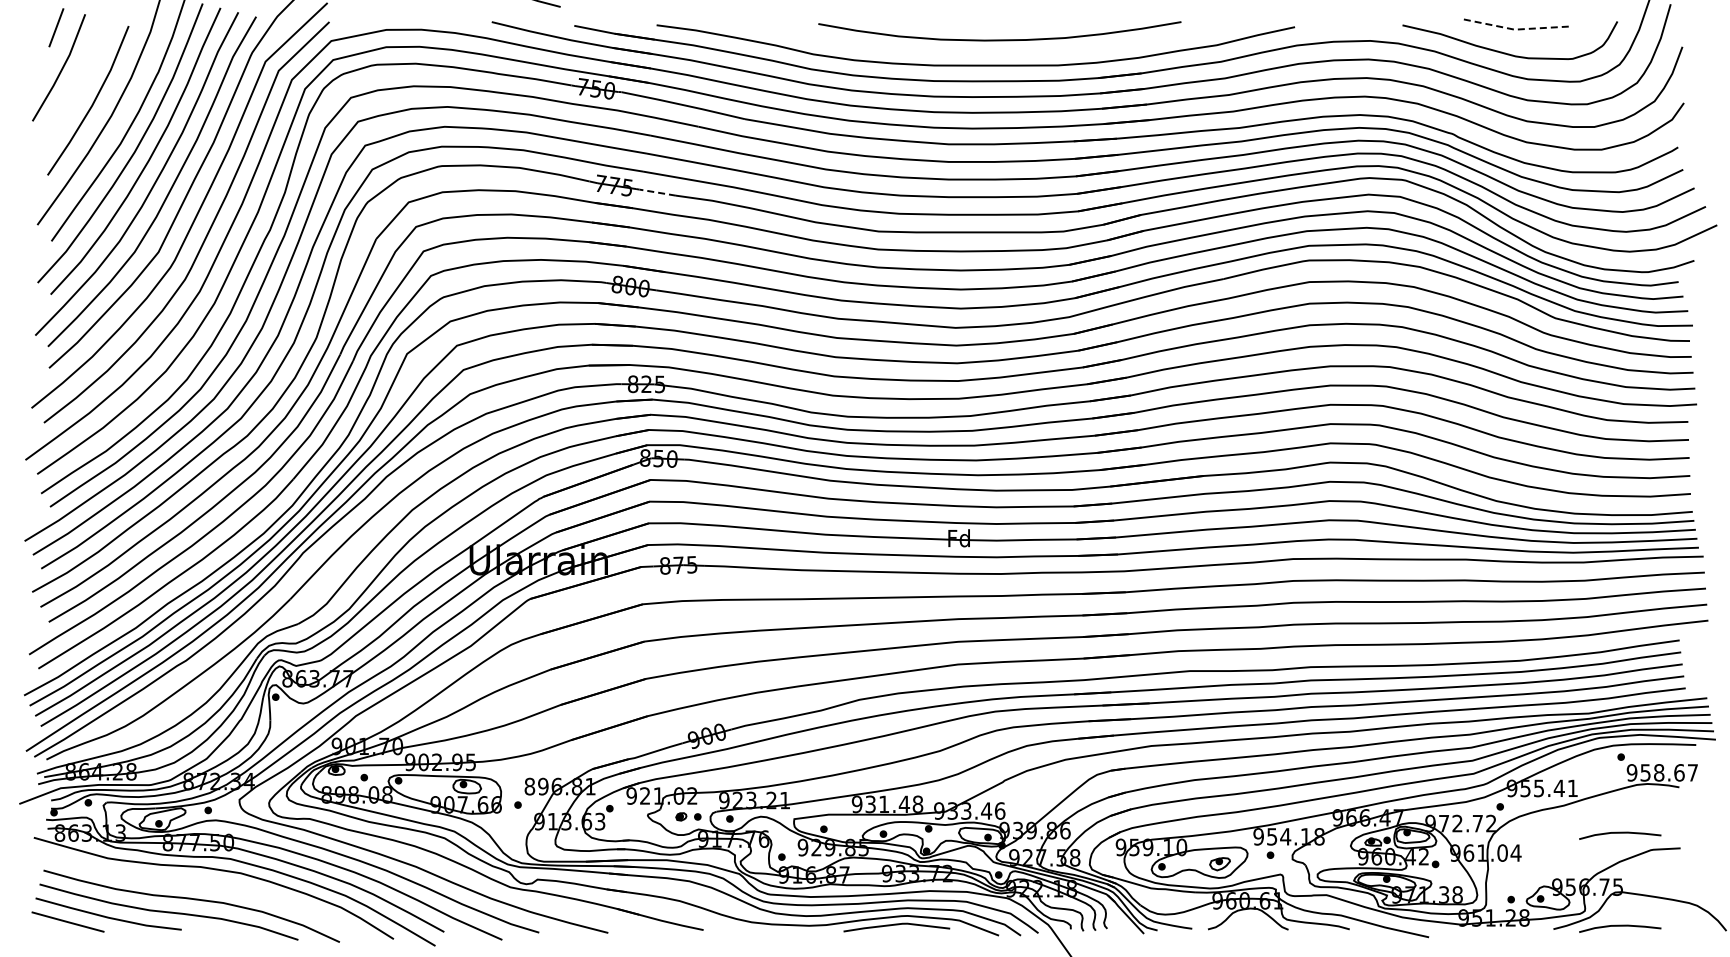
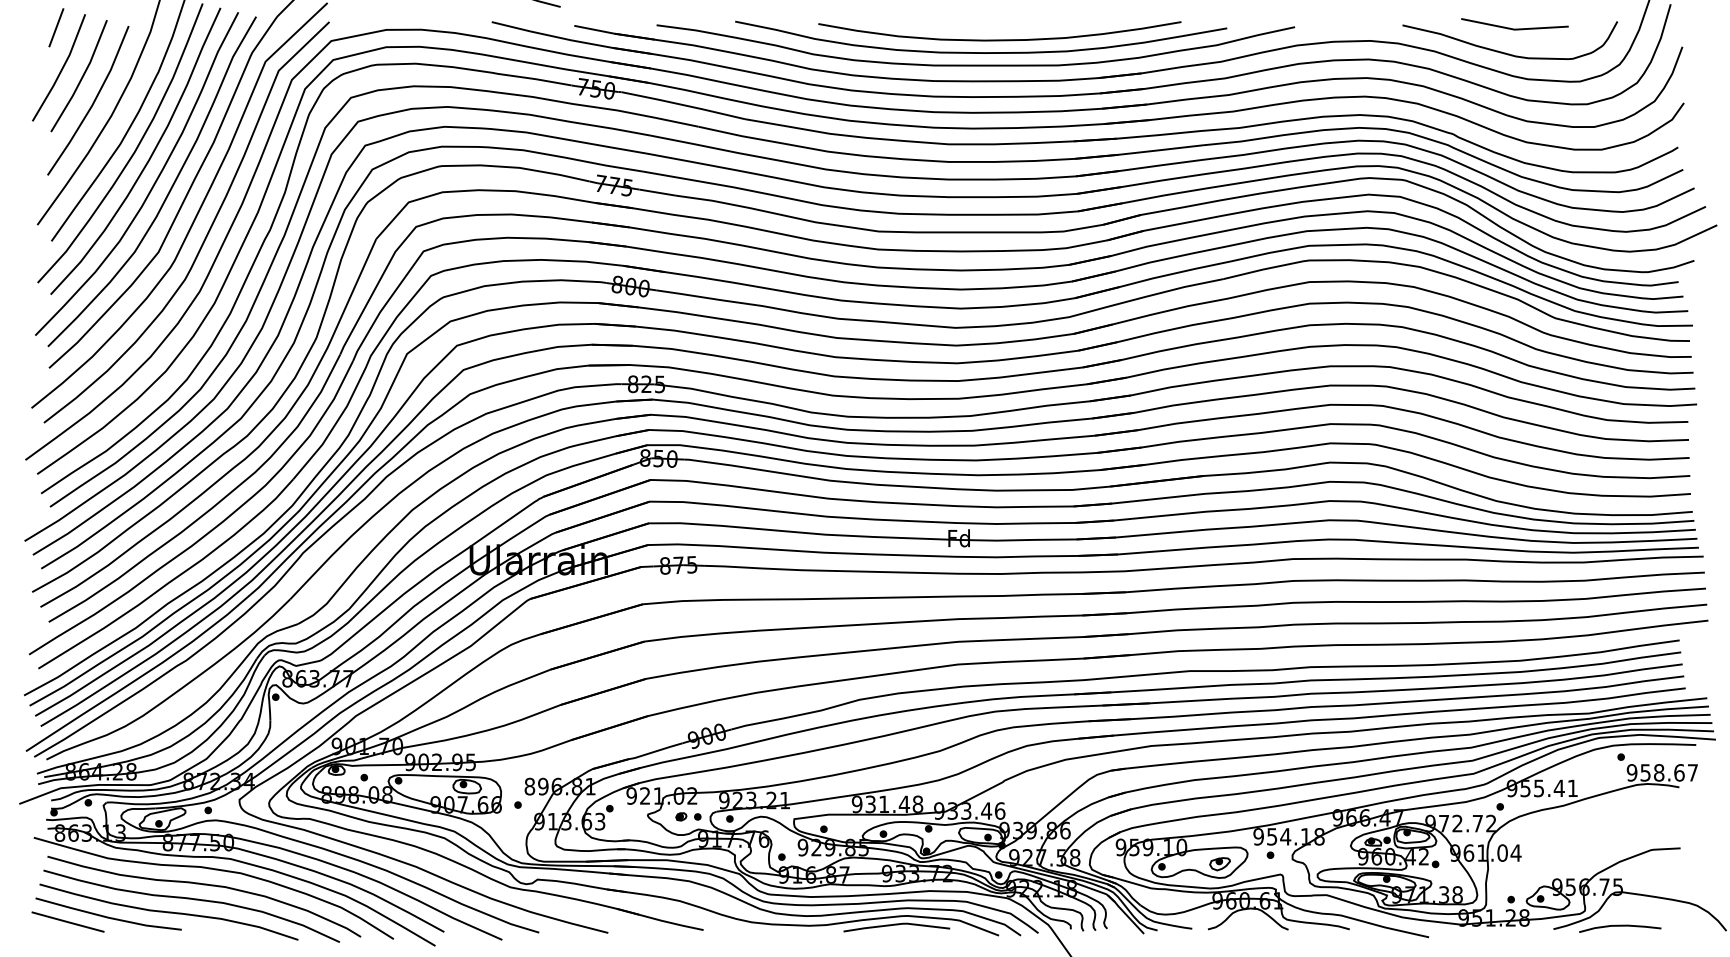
line at (1514, 29): dashed -> solid
curve at (981, 52): none -> present
line at (80, 78): none -> present
line at (657, 192): dashed -> solid
curve at (1620, 833): present -> none
curve at (204, 885): none -> present
